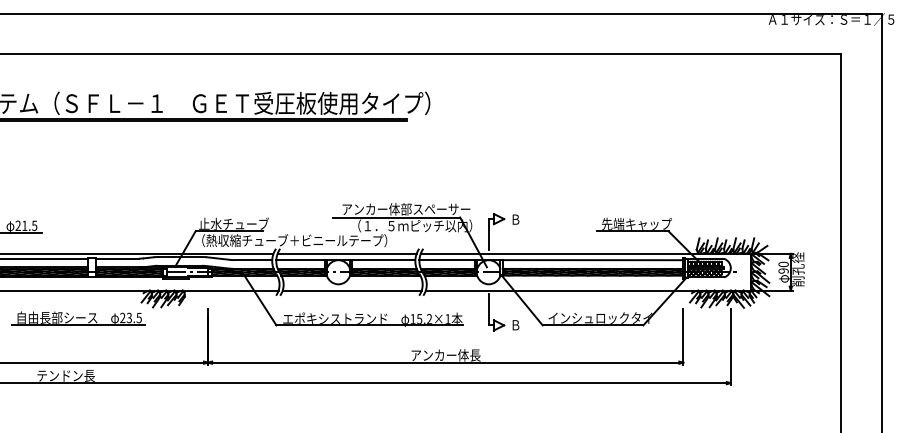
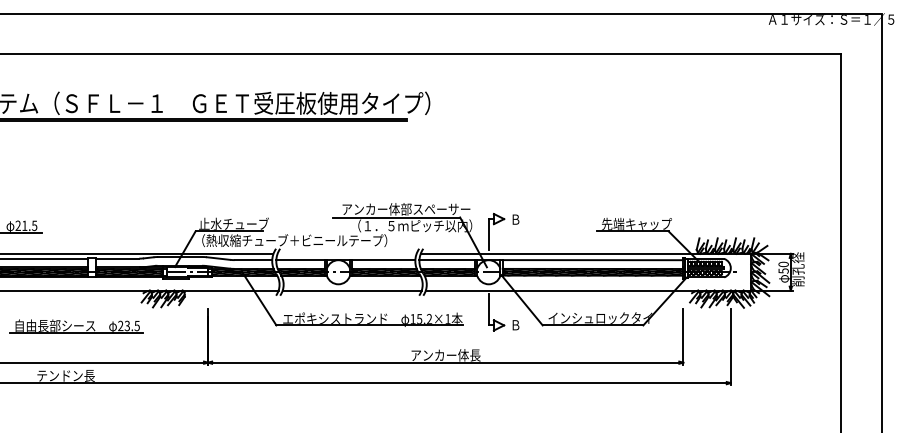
line at (346, 253): present -> none
text at (783, 270): 90 -> 50
part at (78, 318) position: (78, 318) -> (76, 326)
